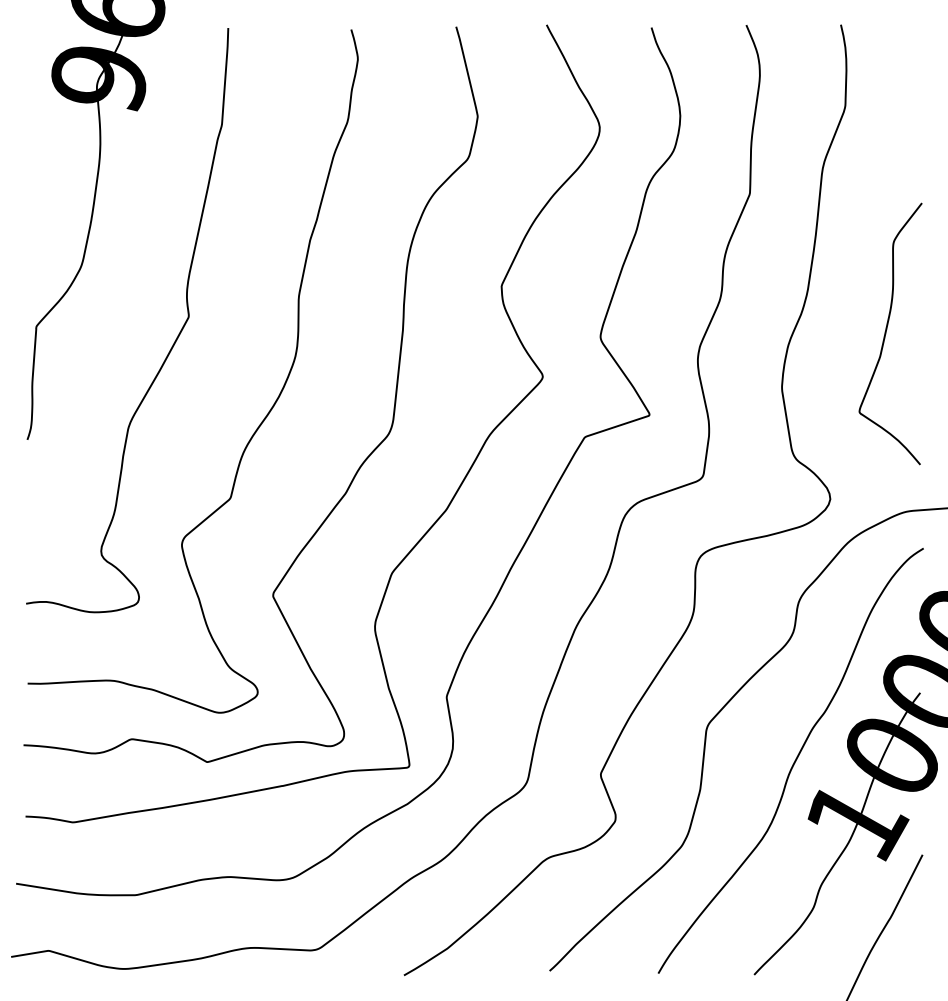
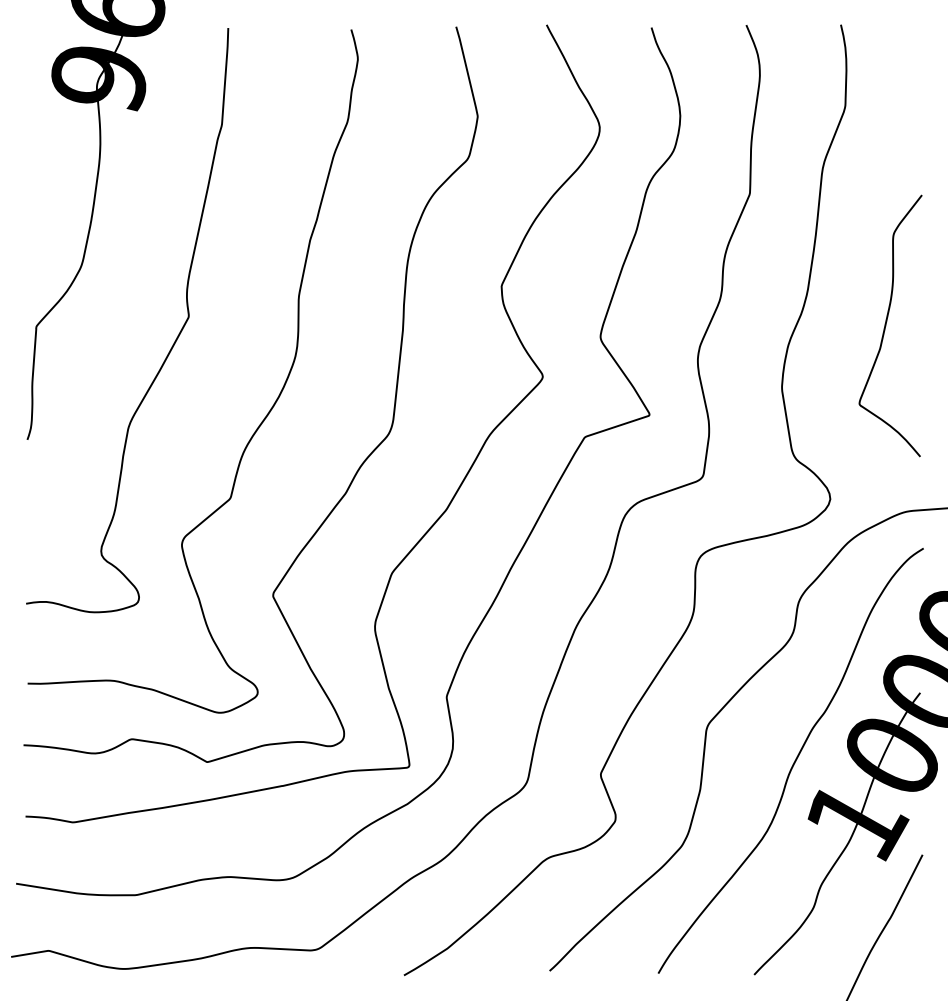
curve at (886, 333) position: (886, 333) -> (886, 325)
